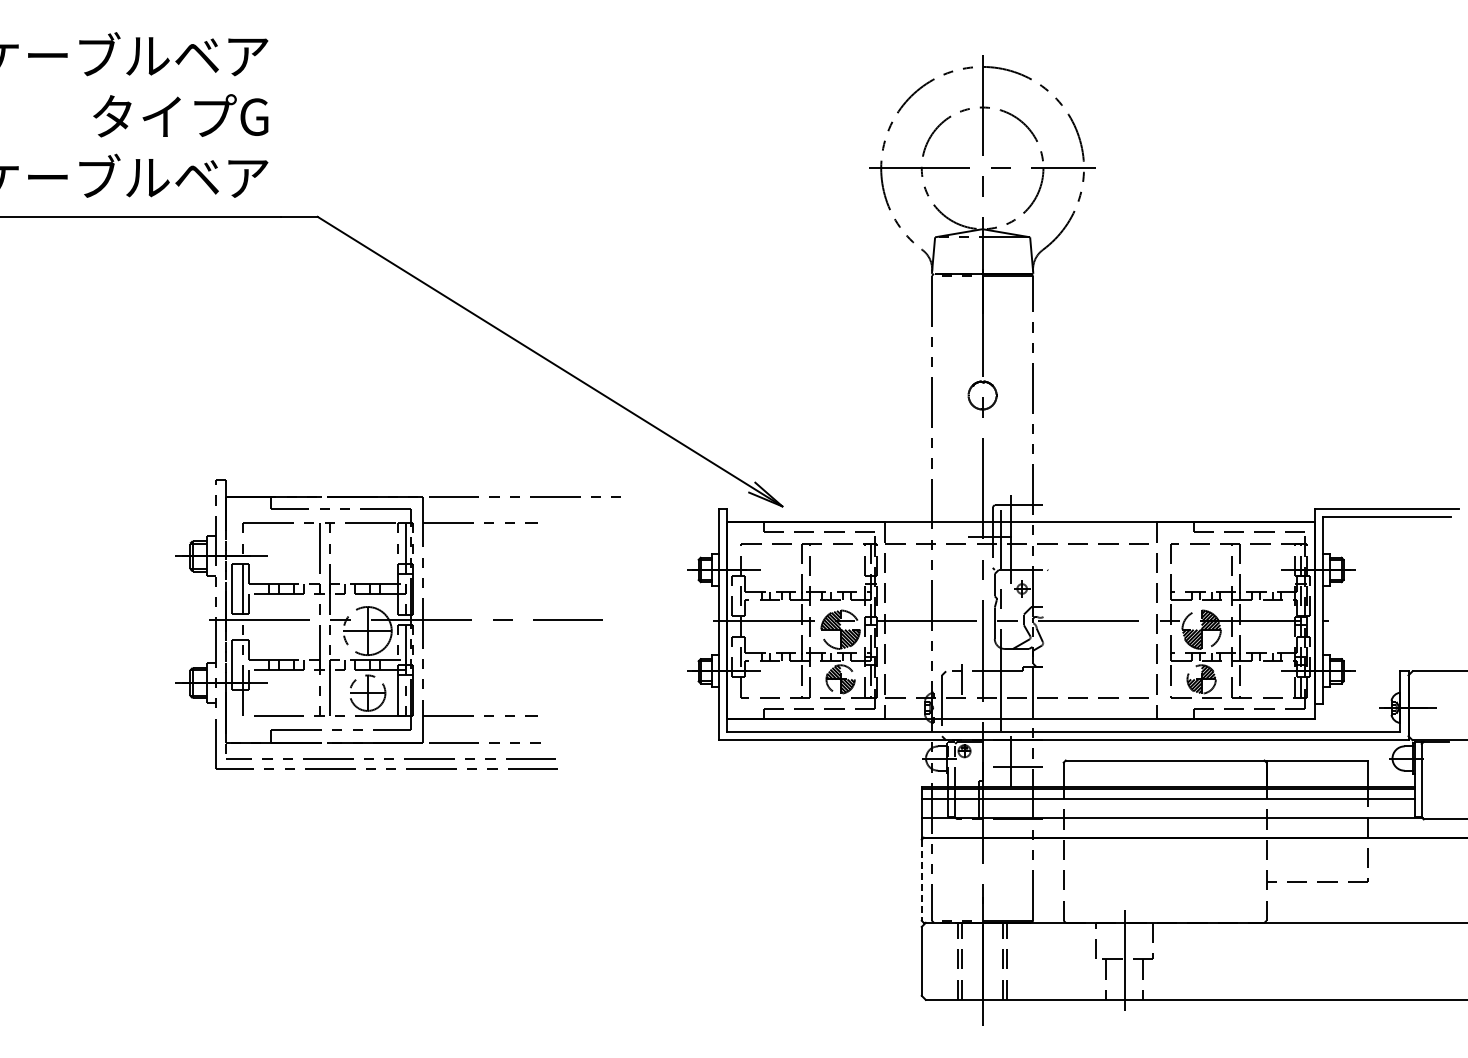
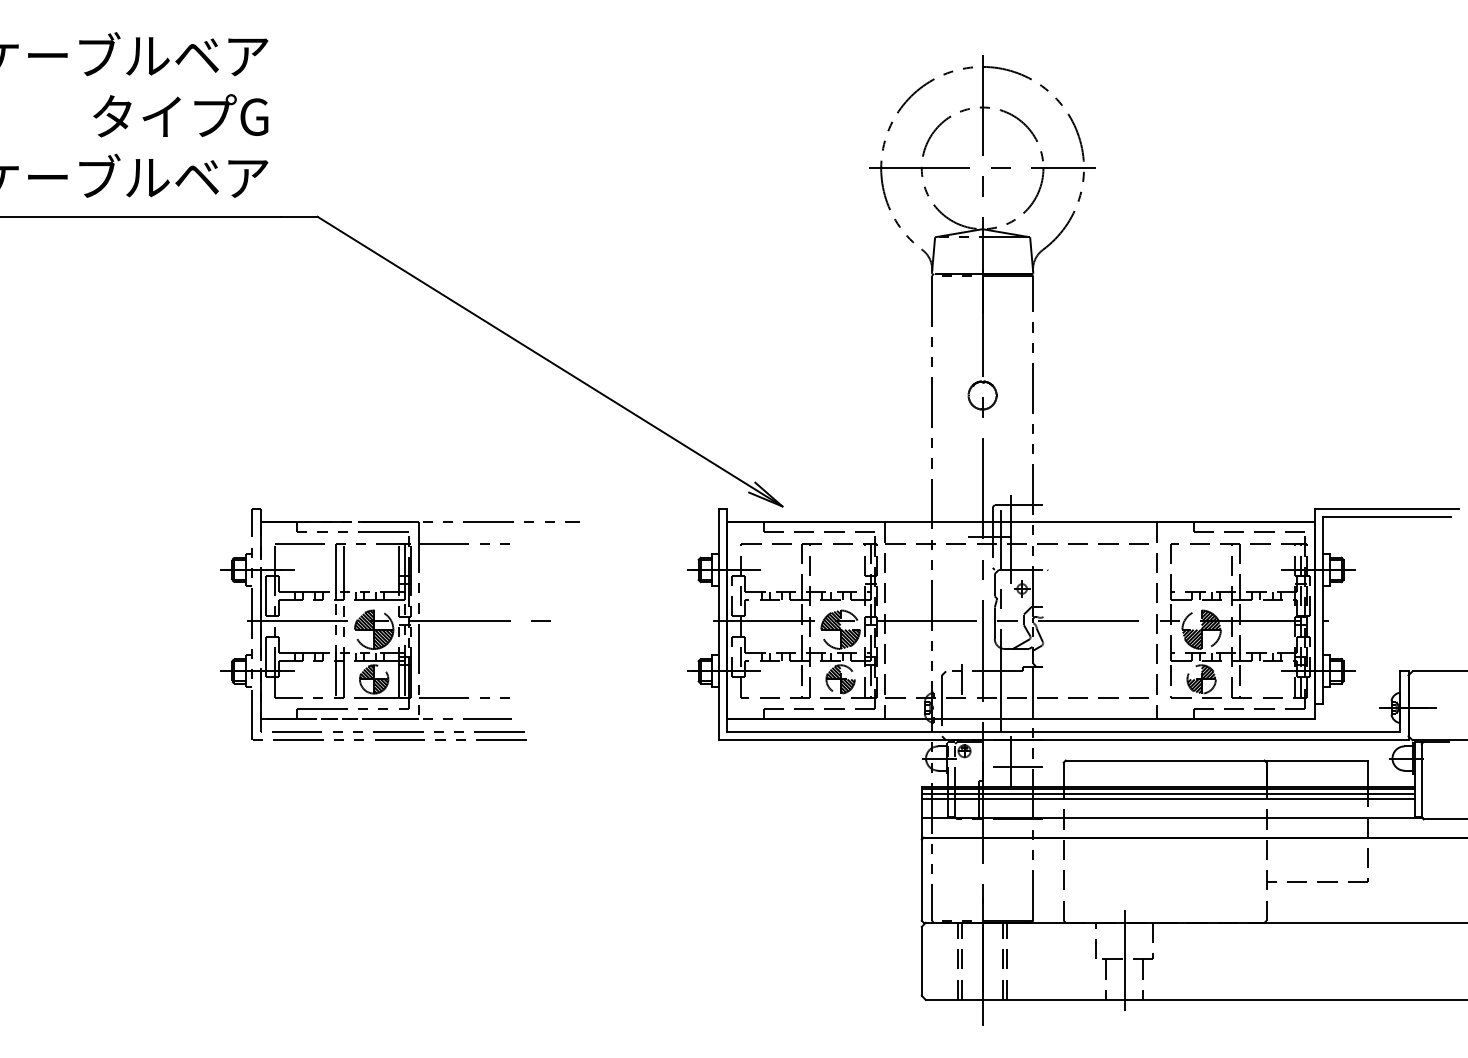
part at (397, 624) size: 446x291 px -> 360x233 px
line at (1167, 793): none -> present
line at (921, 880): dashed -> solid
